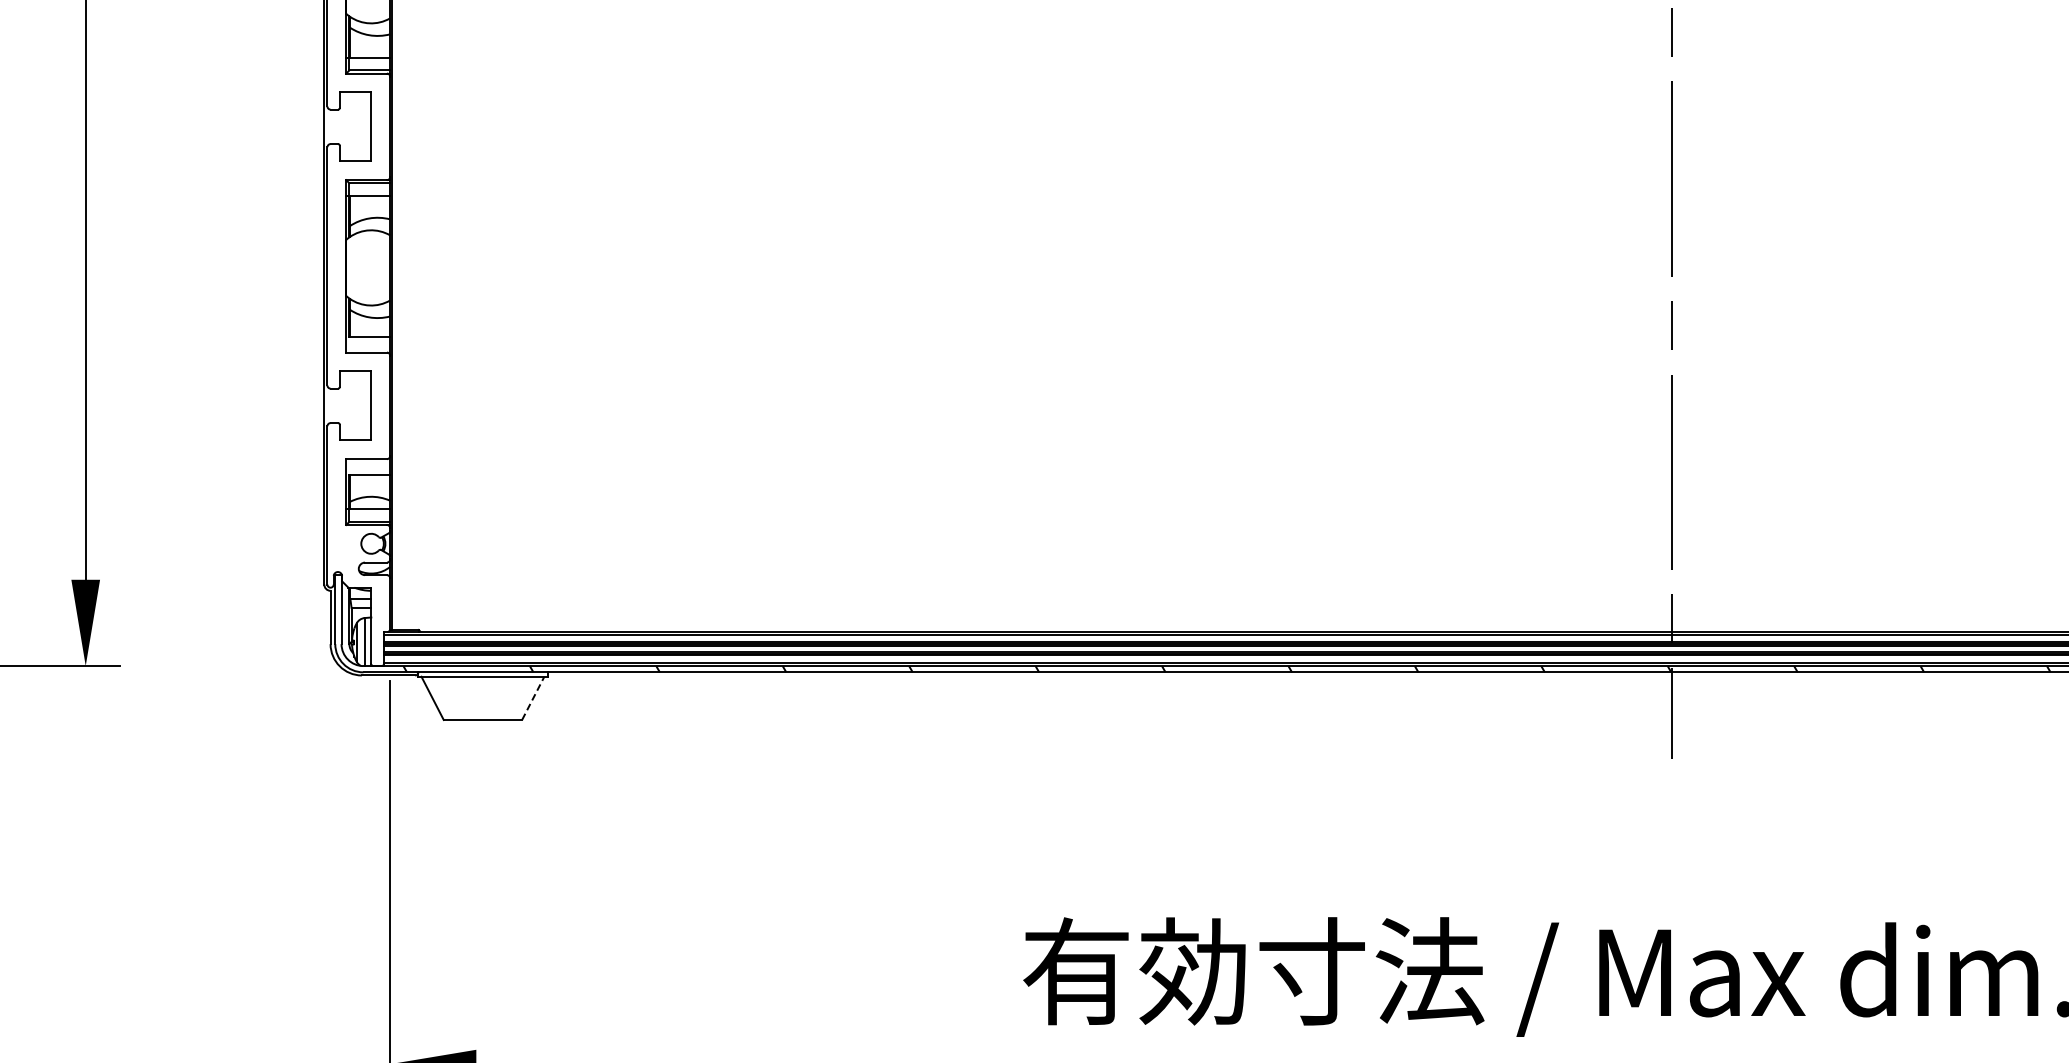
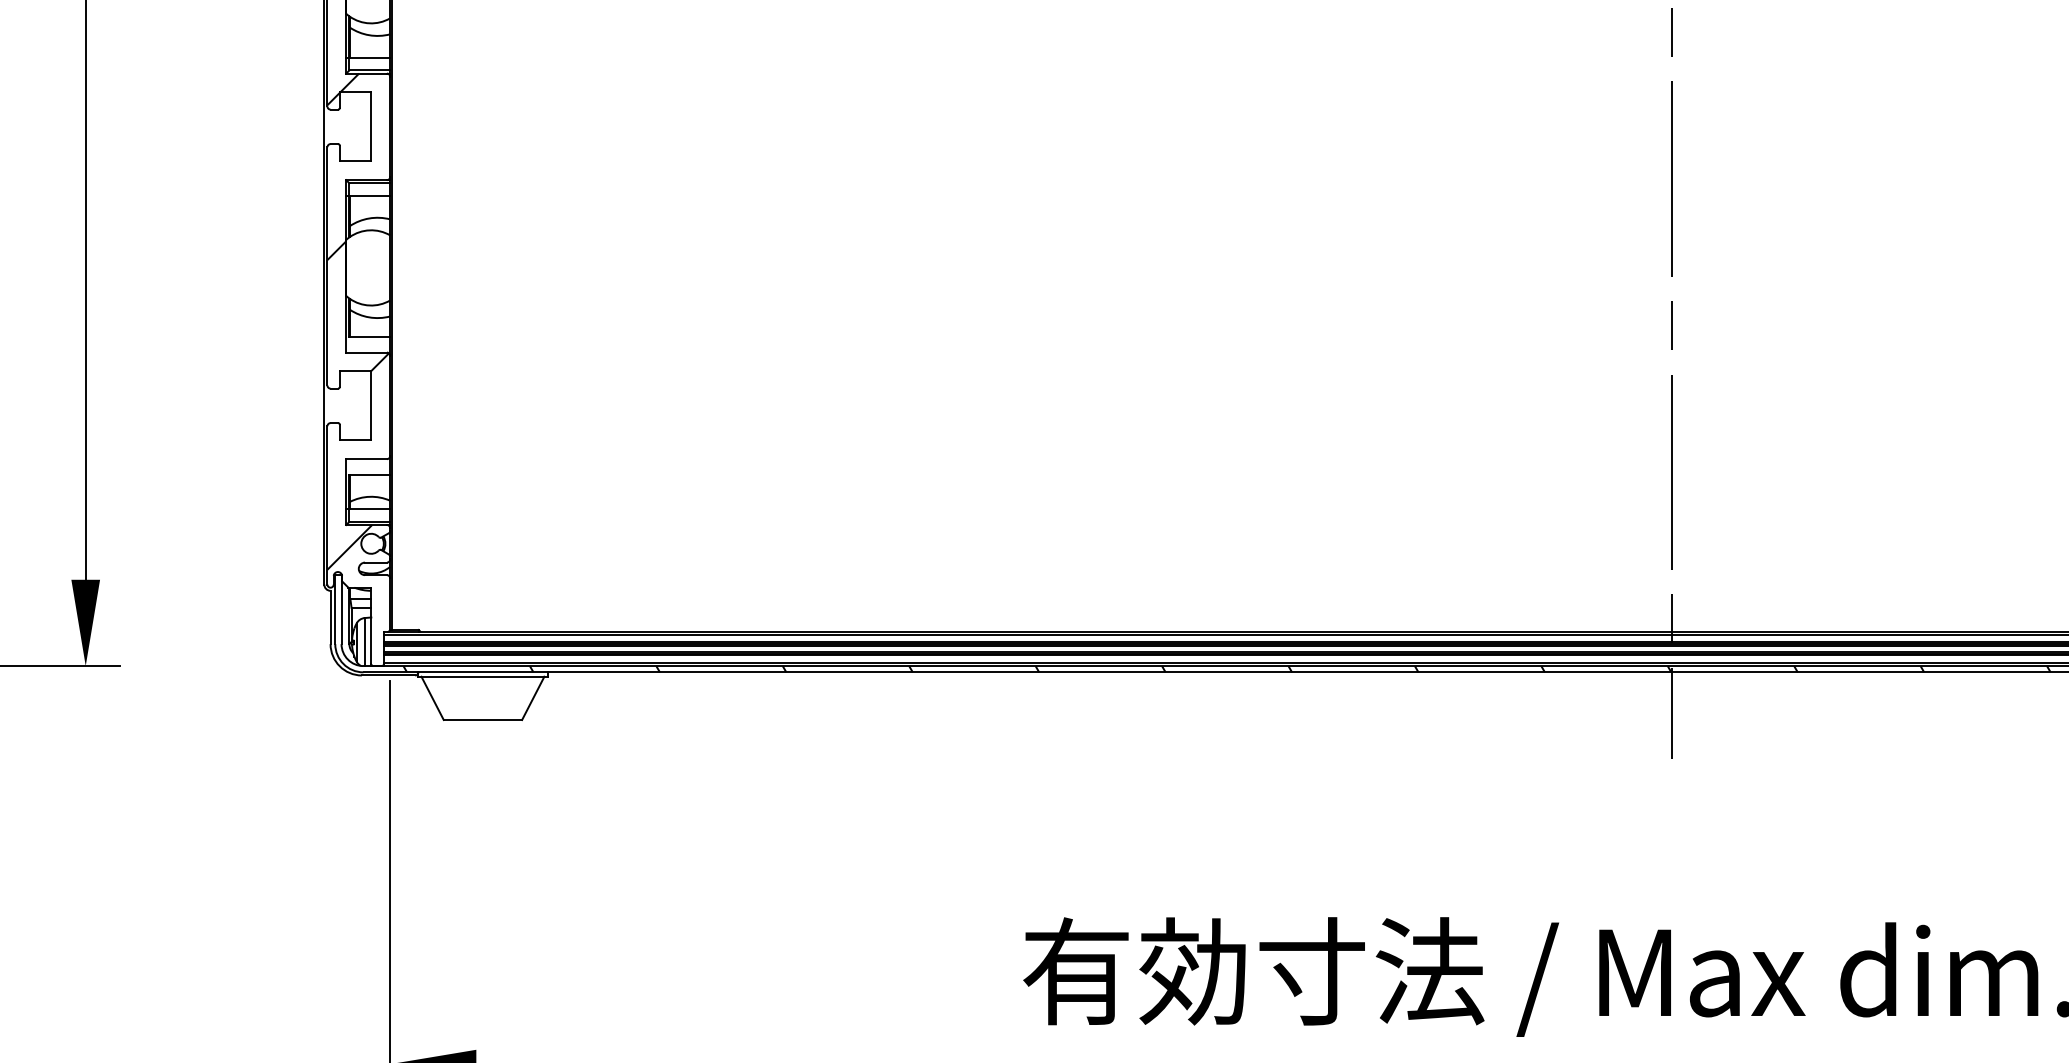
hatch at (358, 321): none -> present
line at (533, 697): dashed -> solid
